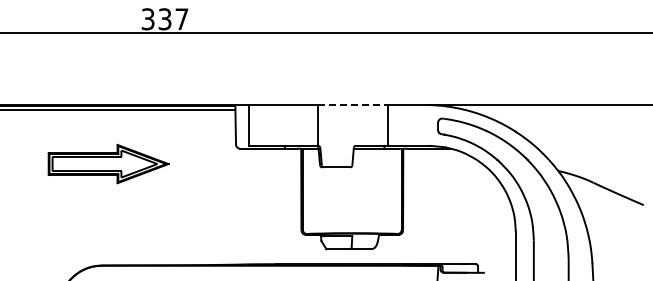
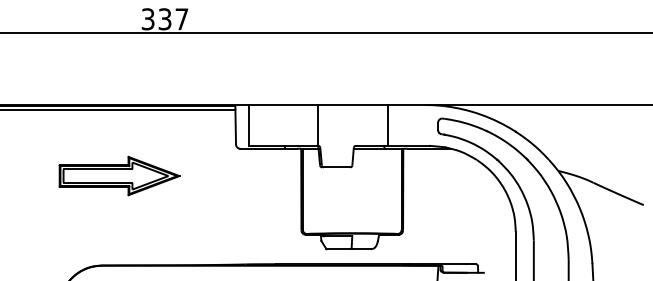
line at (353, 105): dashed -> solid
part at (108, 163) position: (108, 163) -> (119, 175)
